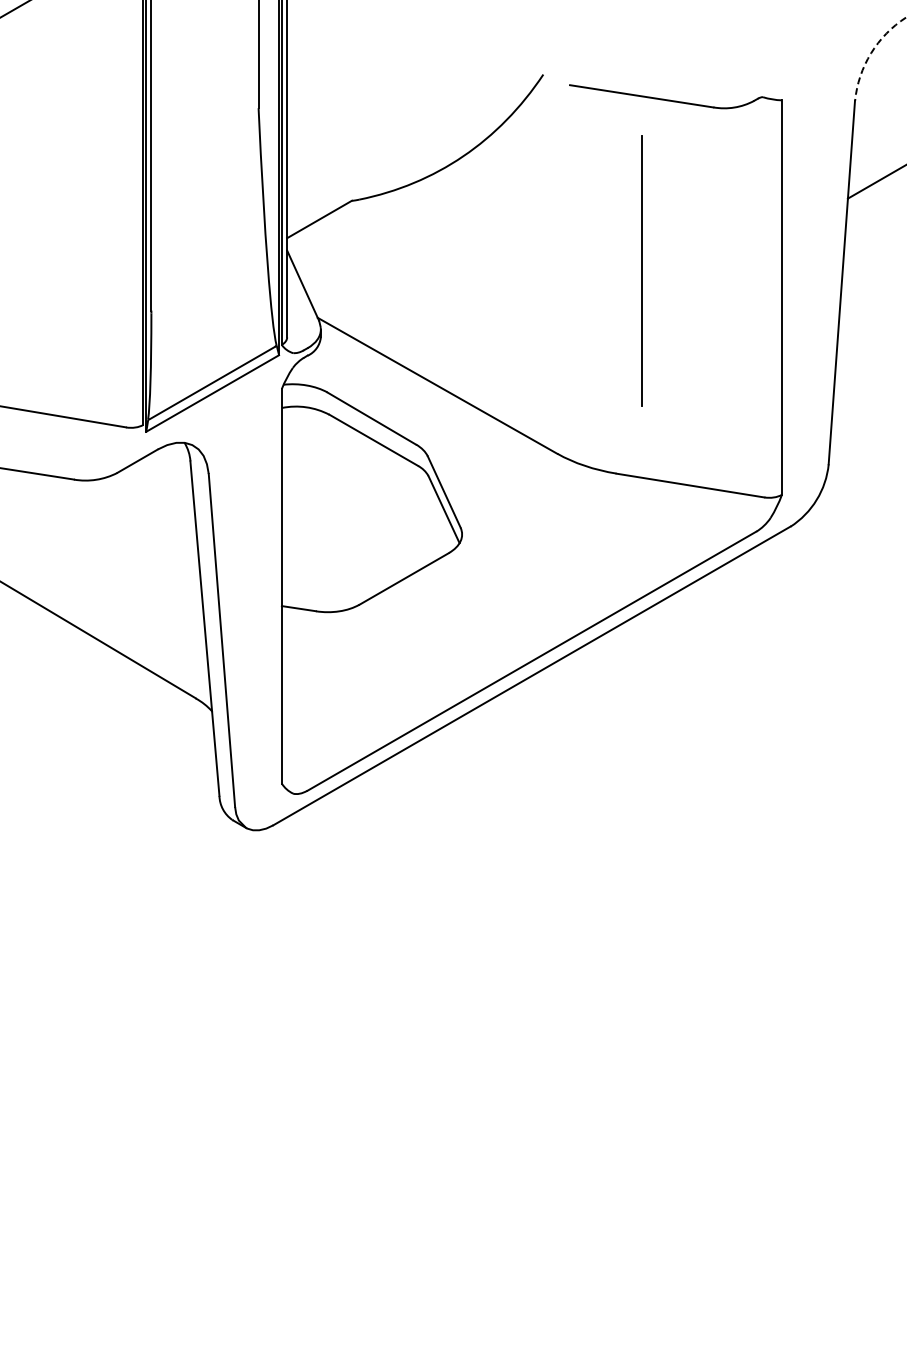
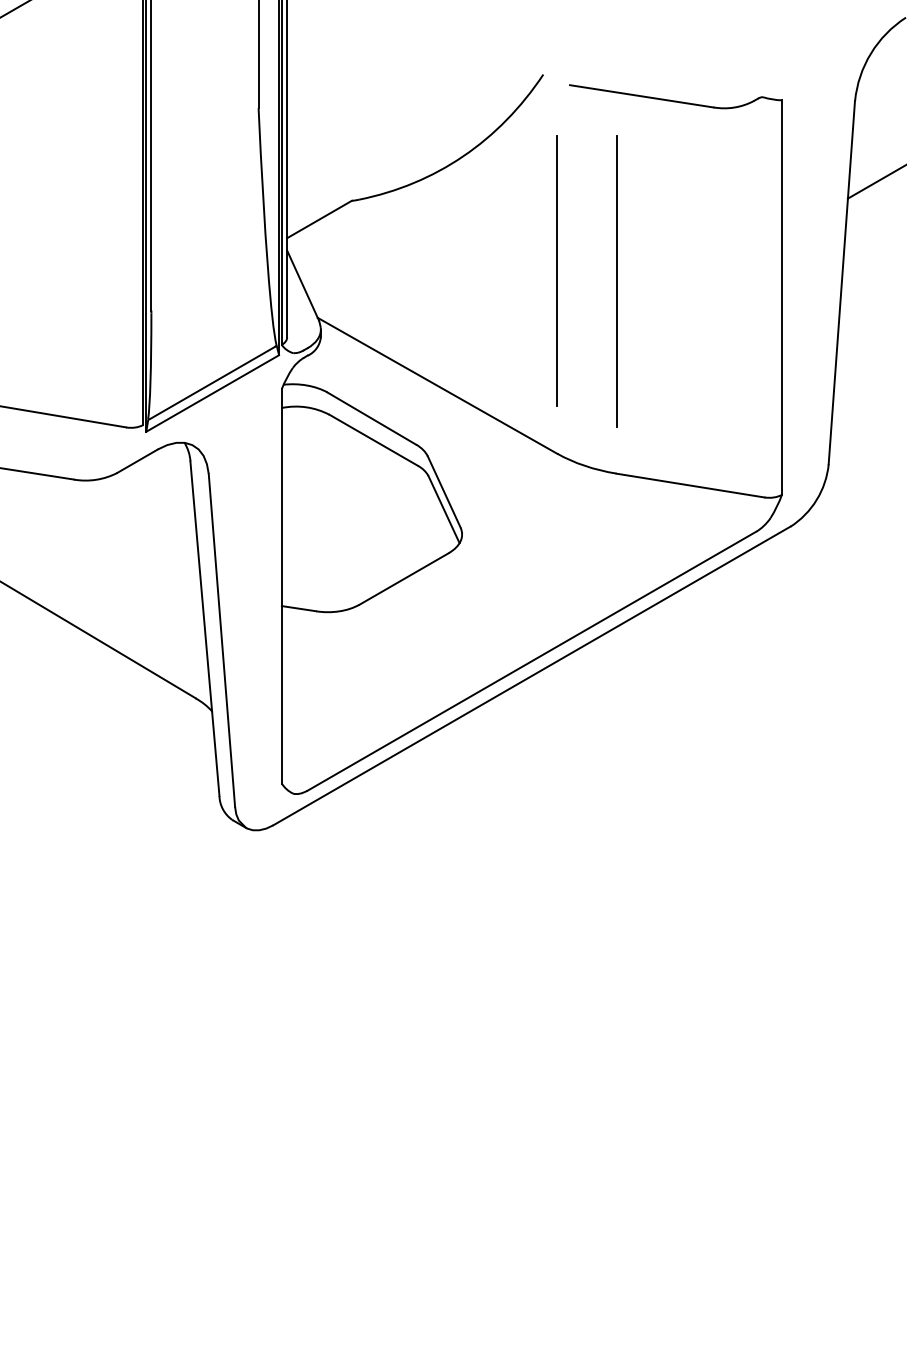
arc at (871, 53): dashed -> solid
line at (641, 270) position: (641, 270) -> (556, 270)
line at (616, 281): none -> present
